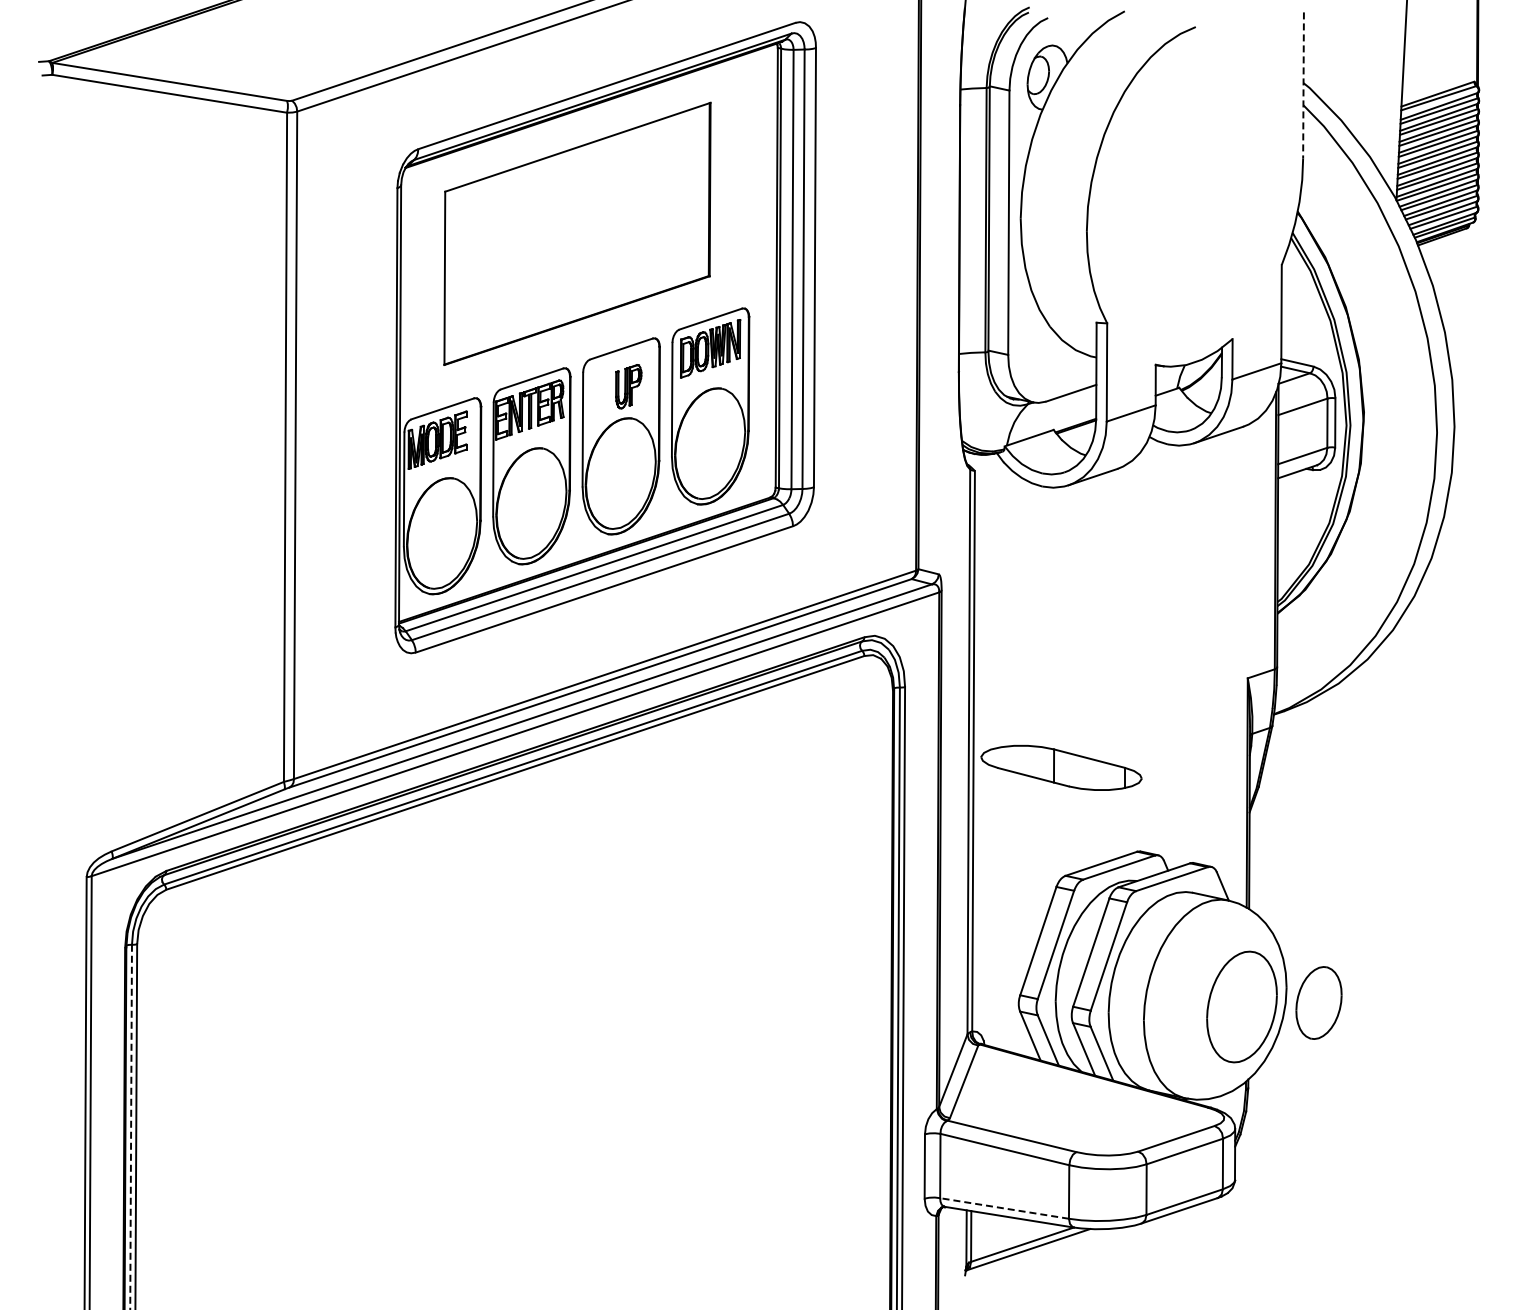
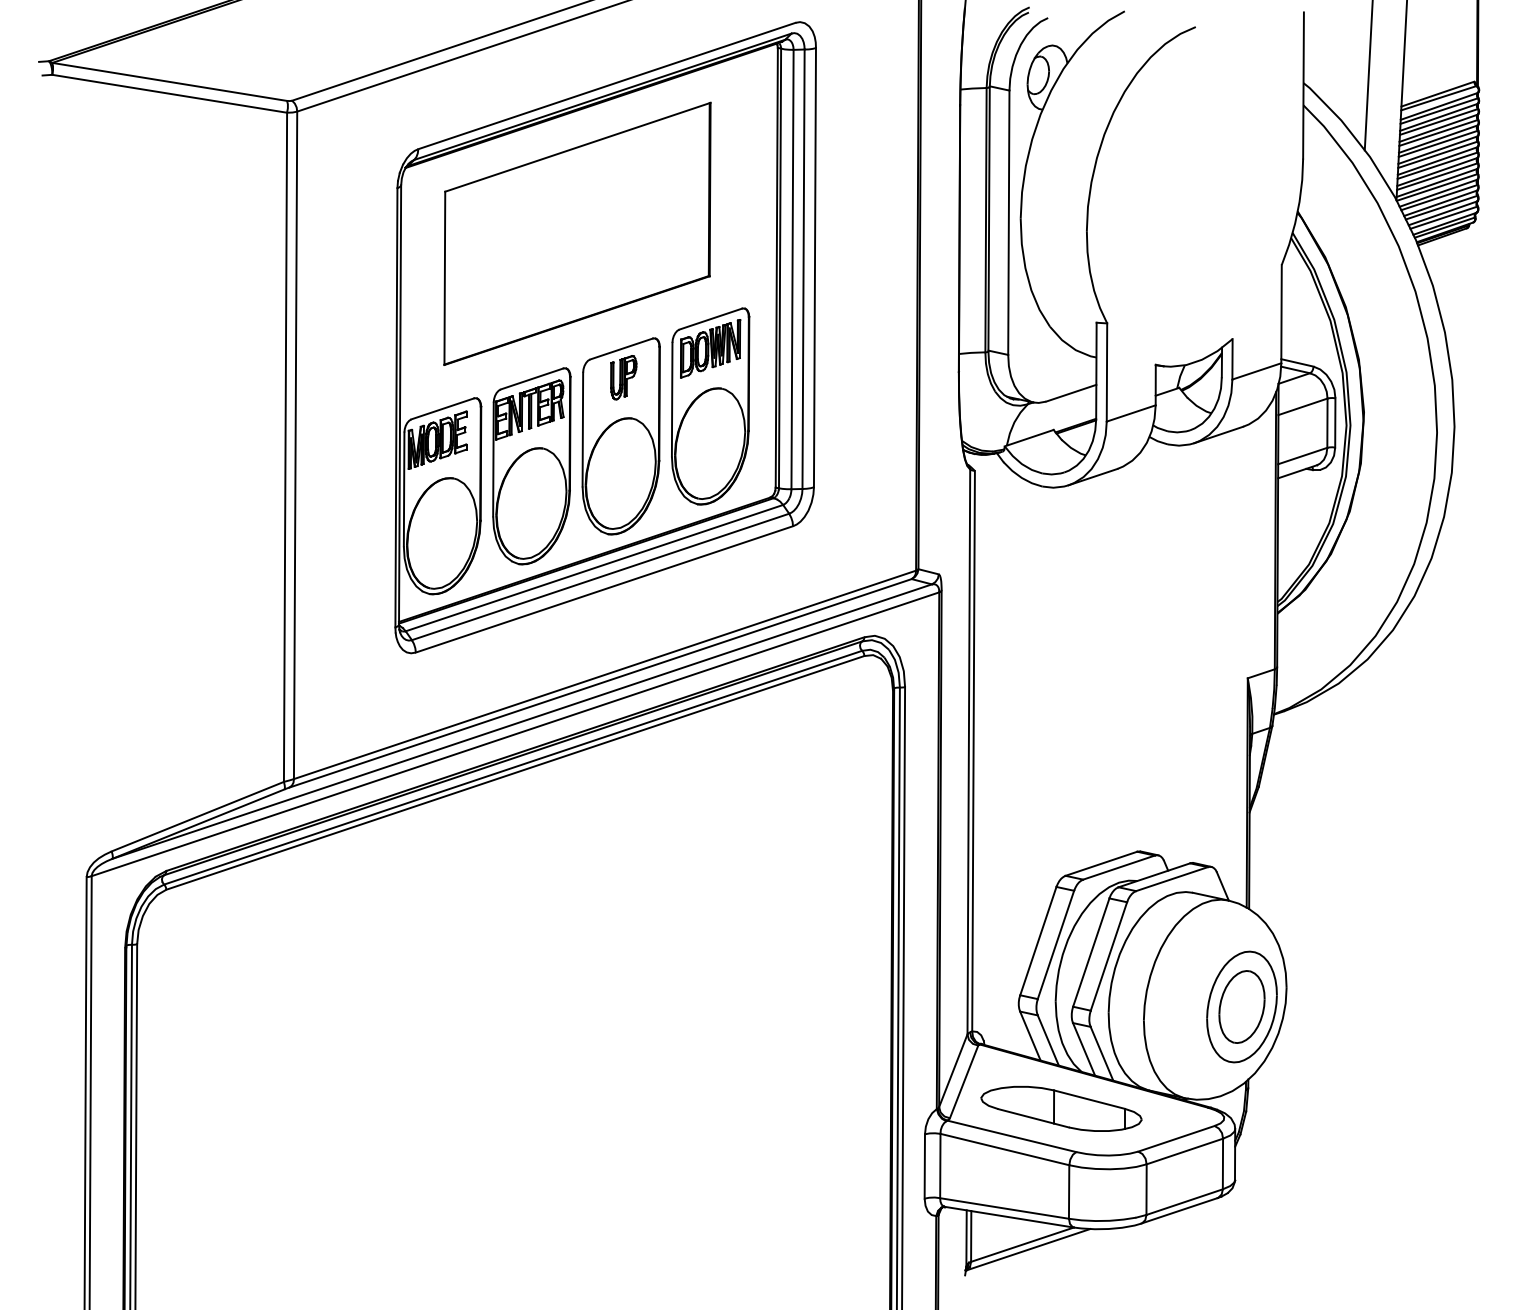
line at (1368, 76): none -> present
line at (1303, 86): dashed -> solid
part at (628, 386) position: (628, 386) -> (623, 377)
part at (1061, 767) position: (1061, 767) -> (1061, 1108)
part at (1318, 1002) position: (1318, 1002) -> (1241, 1006)
line at (131, 1127): dashed -> solid
line at (1004, 1208): dashed -> solid
